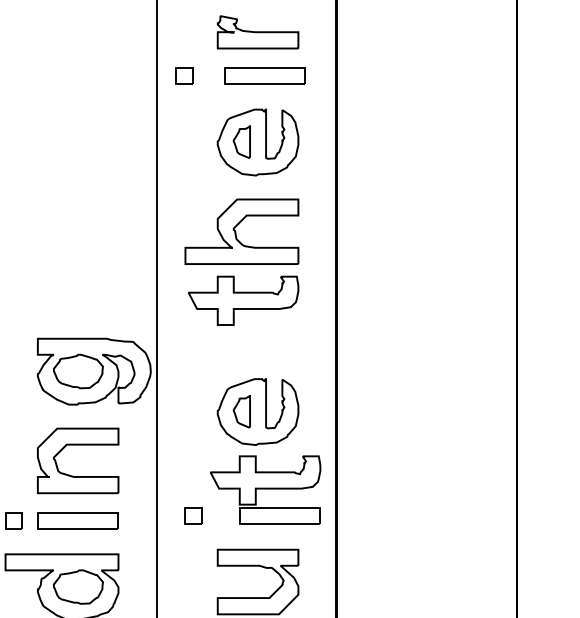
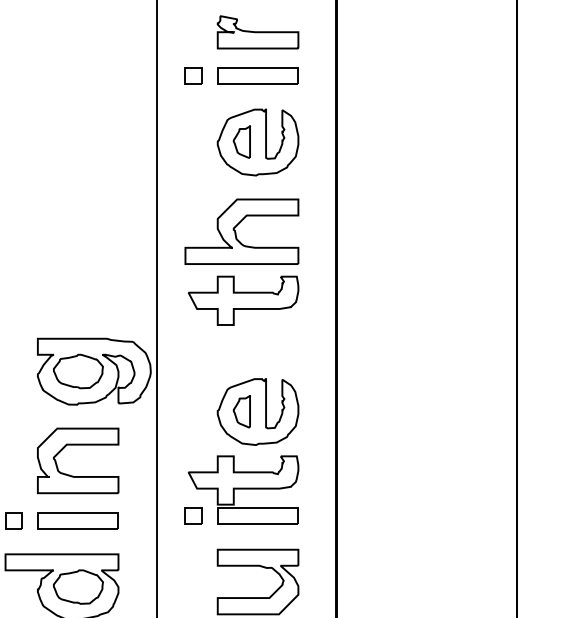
part at (184, 75) position: (184, 75) -> (193, 75)
part at (264, 75) position: (264, 75) -> (257, 75)
part at (265, 489) position: (265, 489) -> (243, 489)
